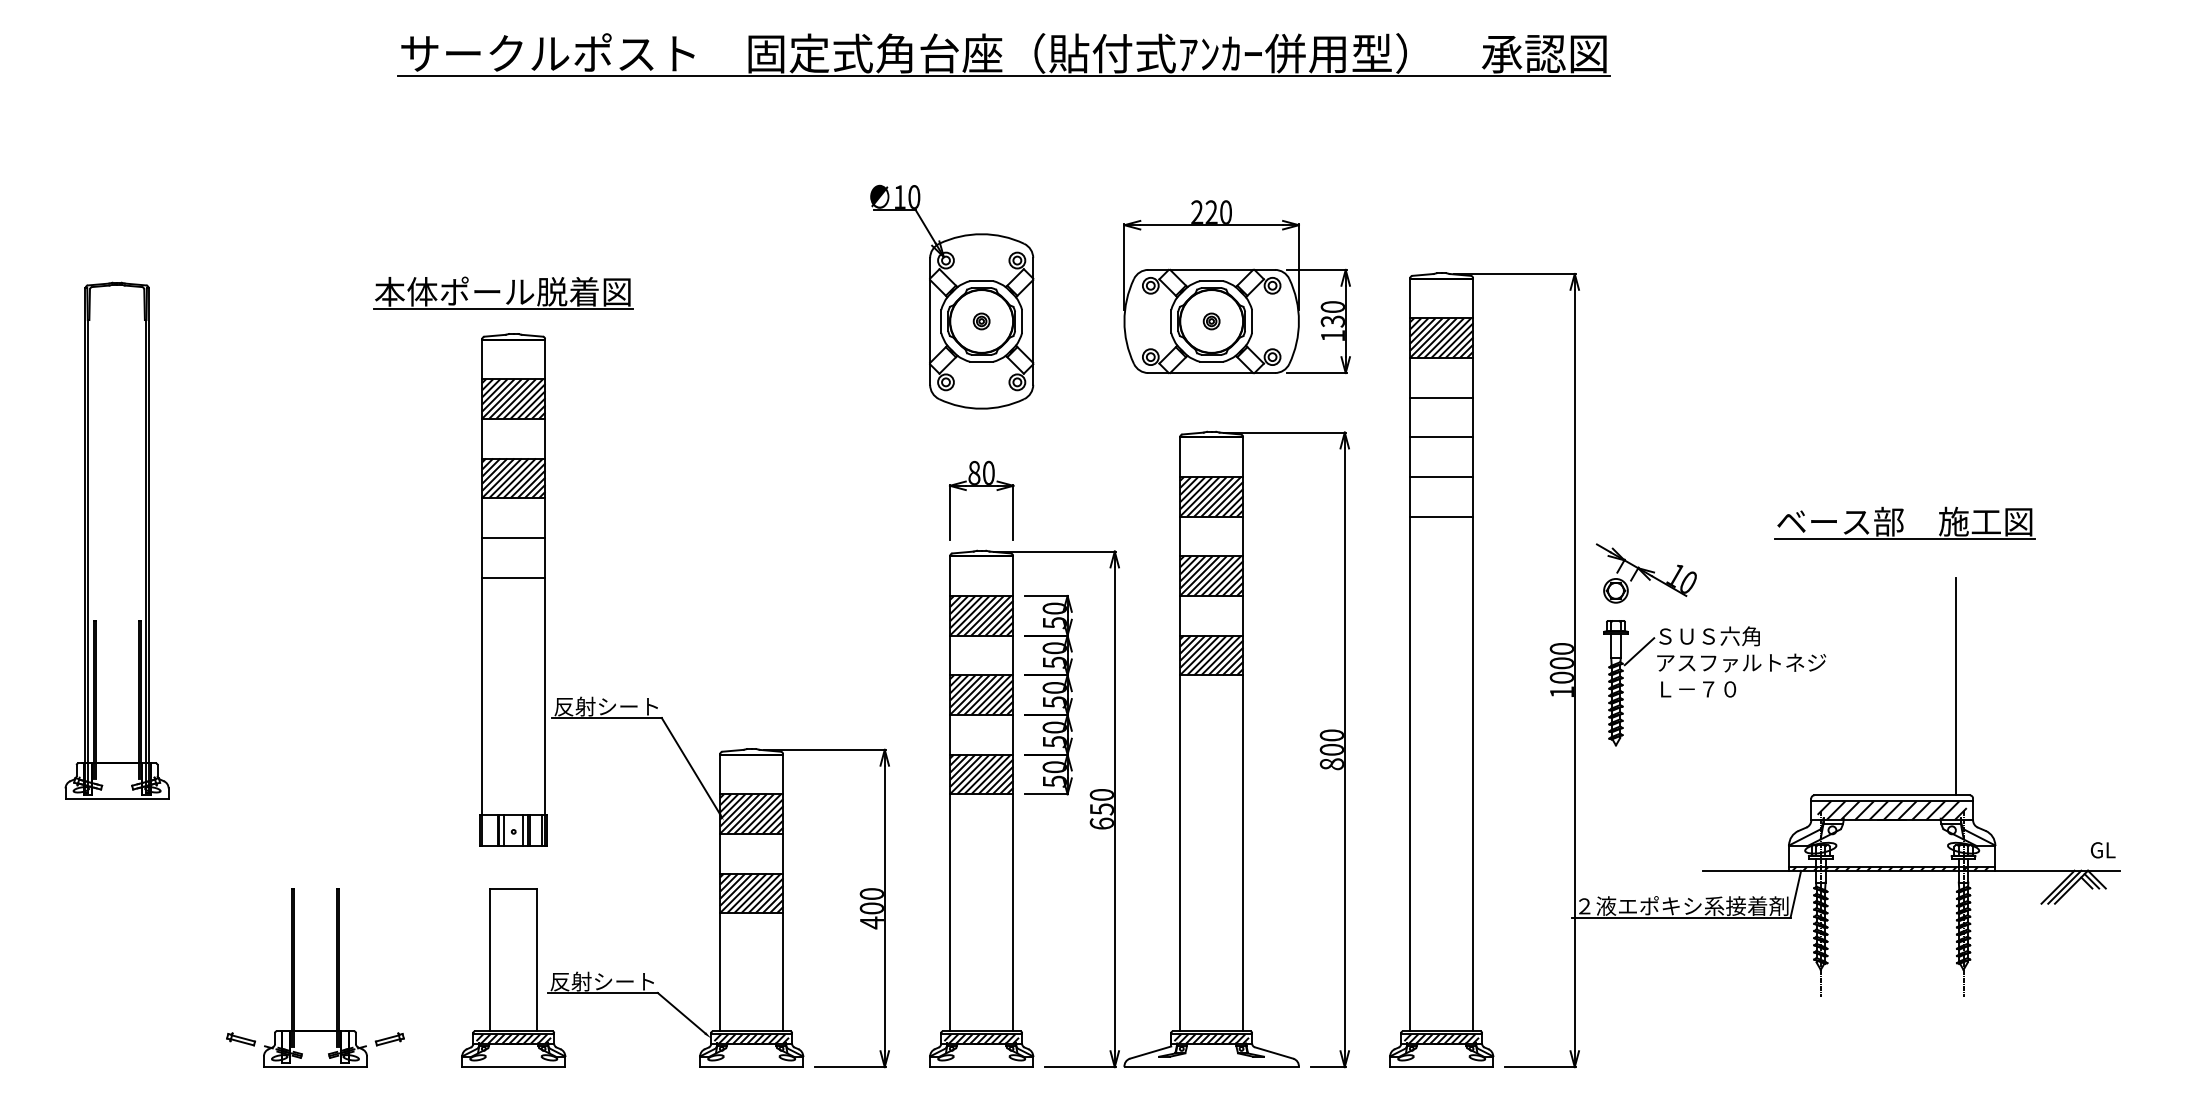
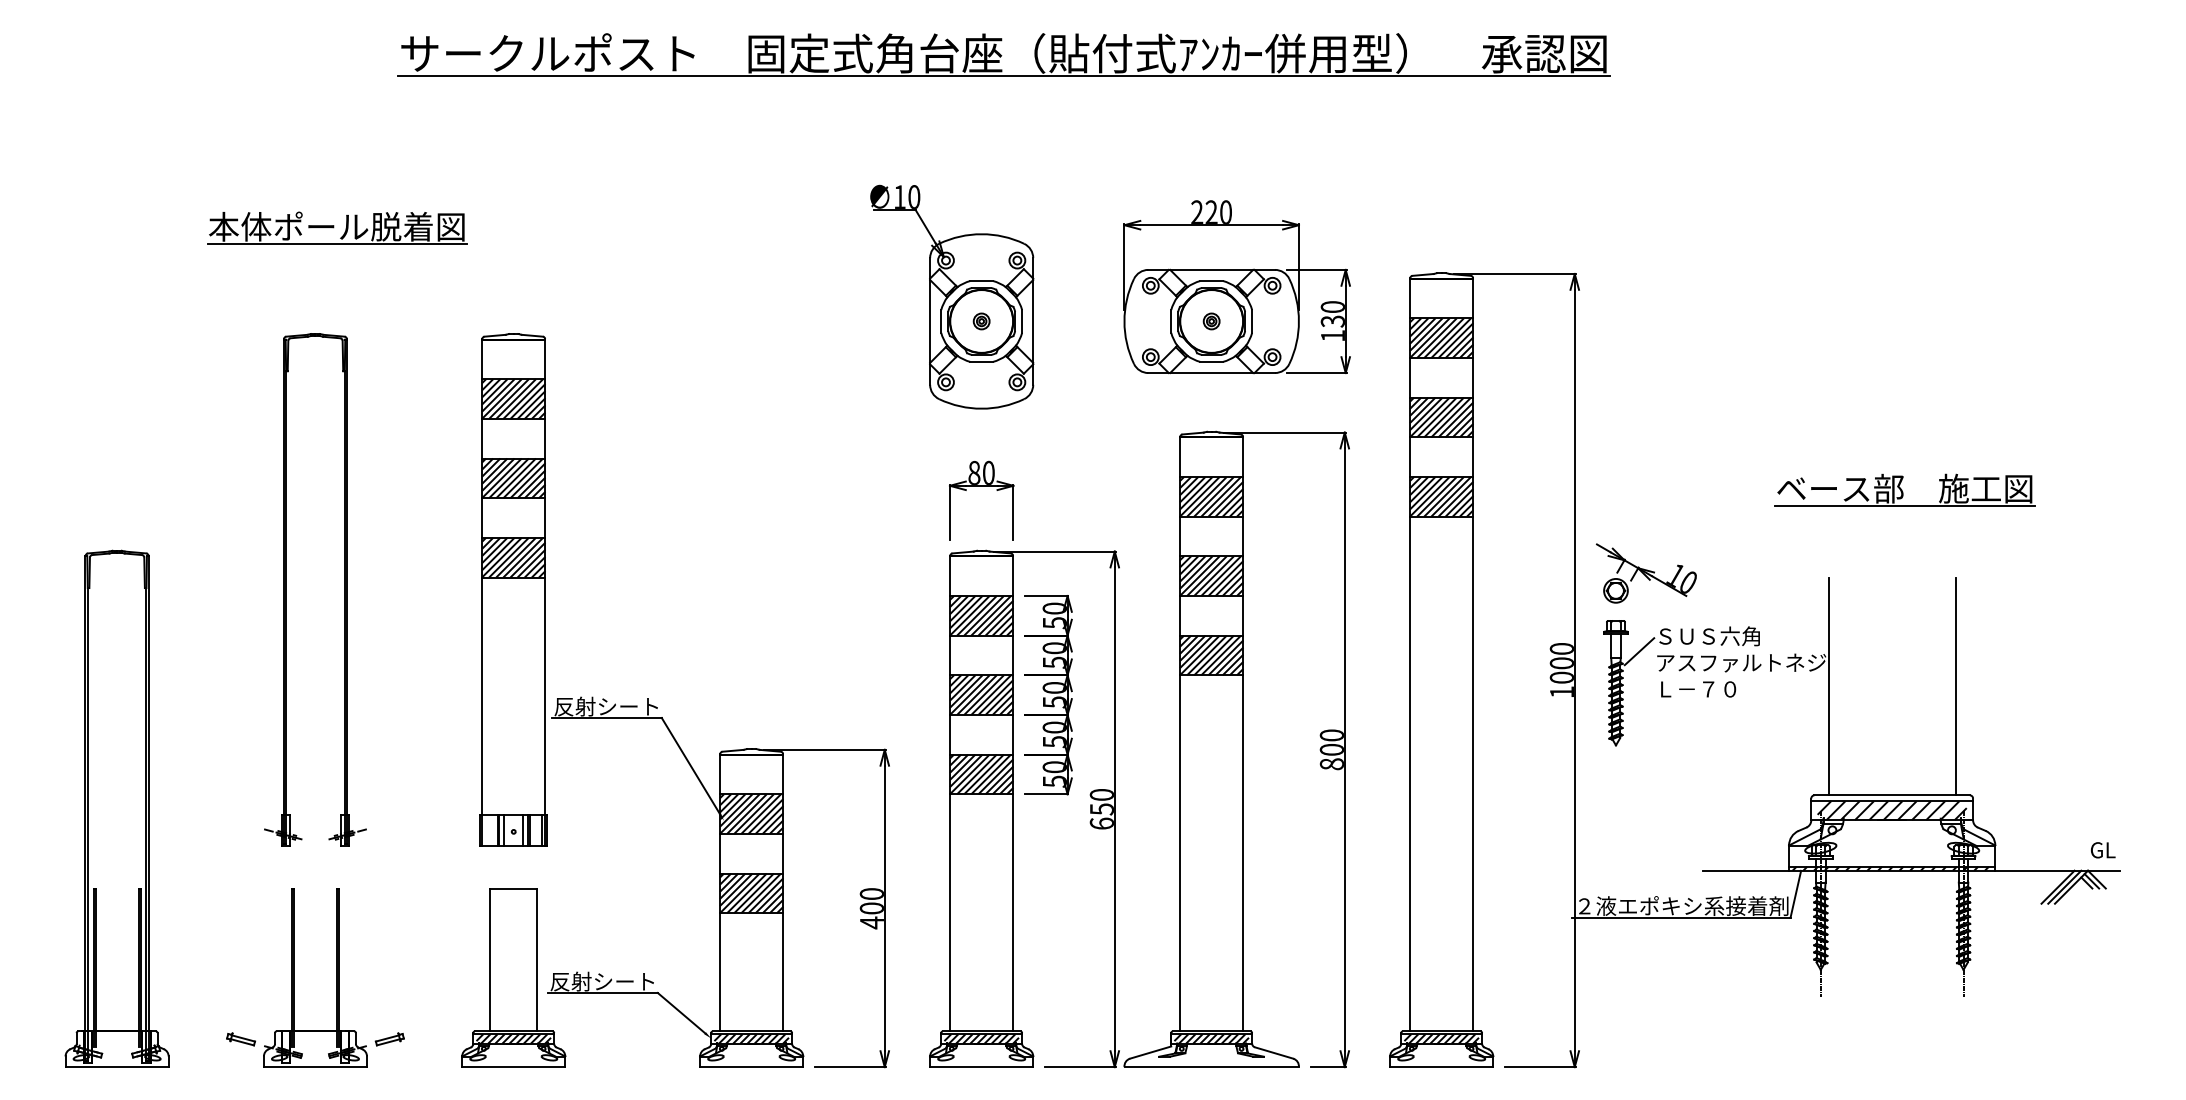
part at (503, 292) position: (503, 292) -> (337, 227)
hatch at (1441, 417): none -> present
hatch at (1441, 496): none -> present
part at (1904, 522) position: (1904, 522) -> (1904, 489)
part at (116, 540) position: (116, 540) -> (116, 808)
hatch at (513, 557): none -> present
part at (286, 589): none -> present
line at (1828, 686): none -> present
